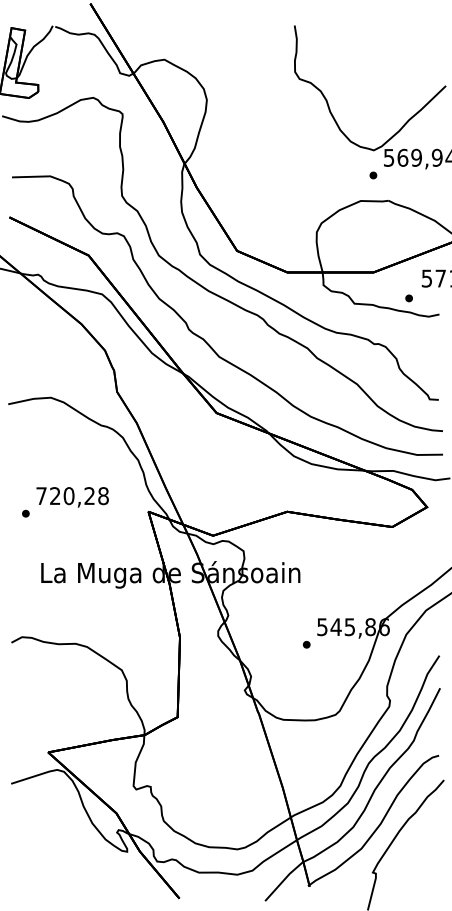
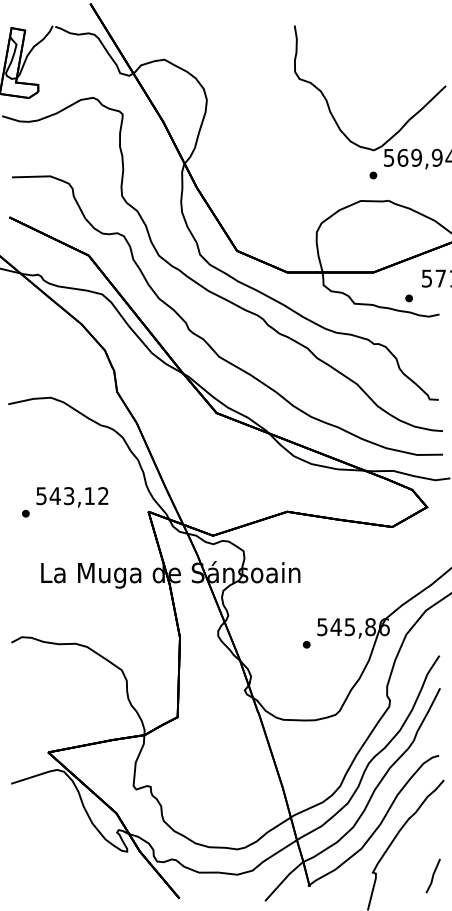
text at (72, 496): 720,28 -> 543,12
line at (432, 875): none -> present
